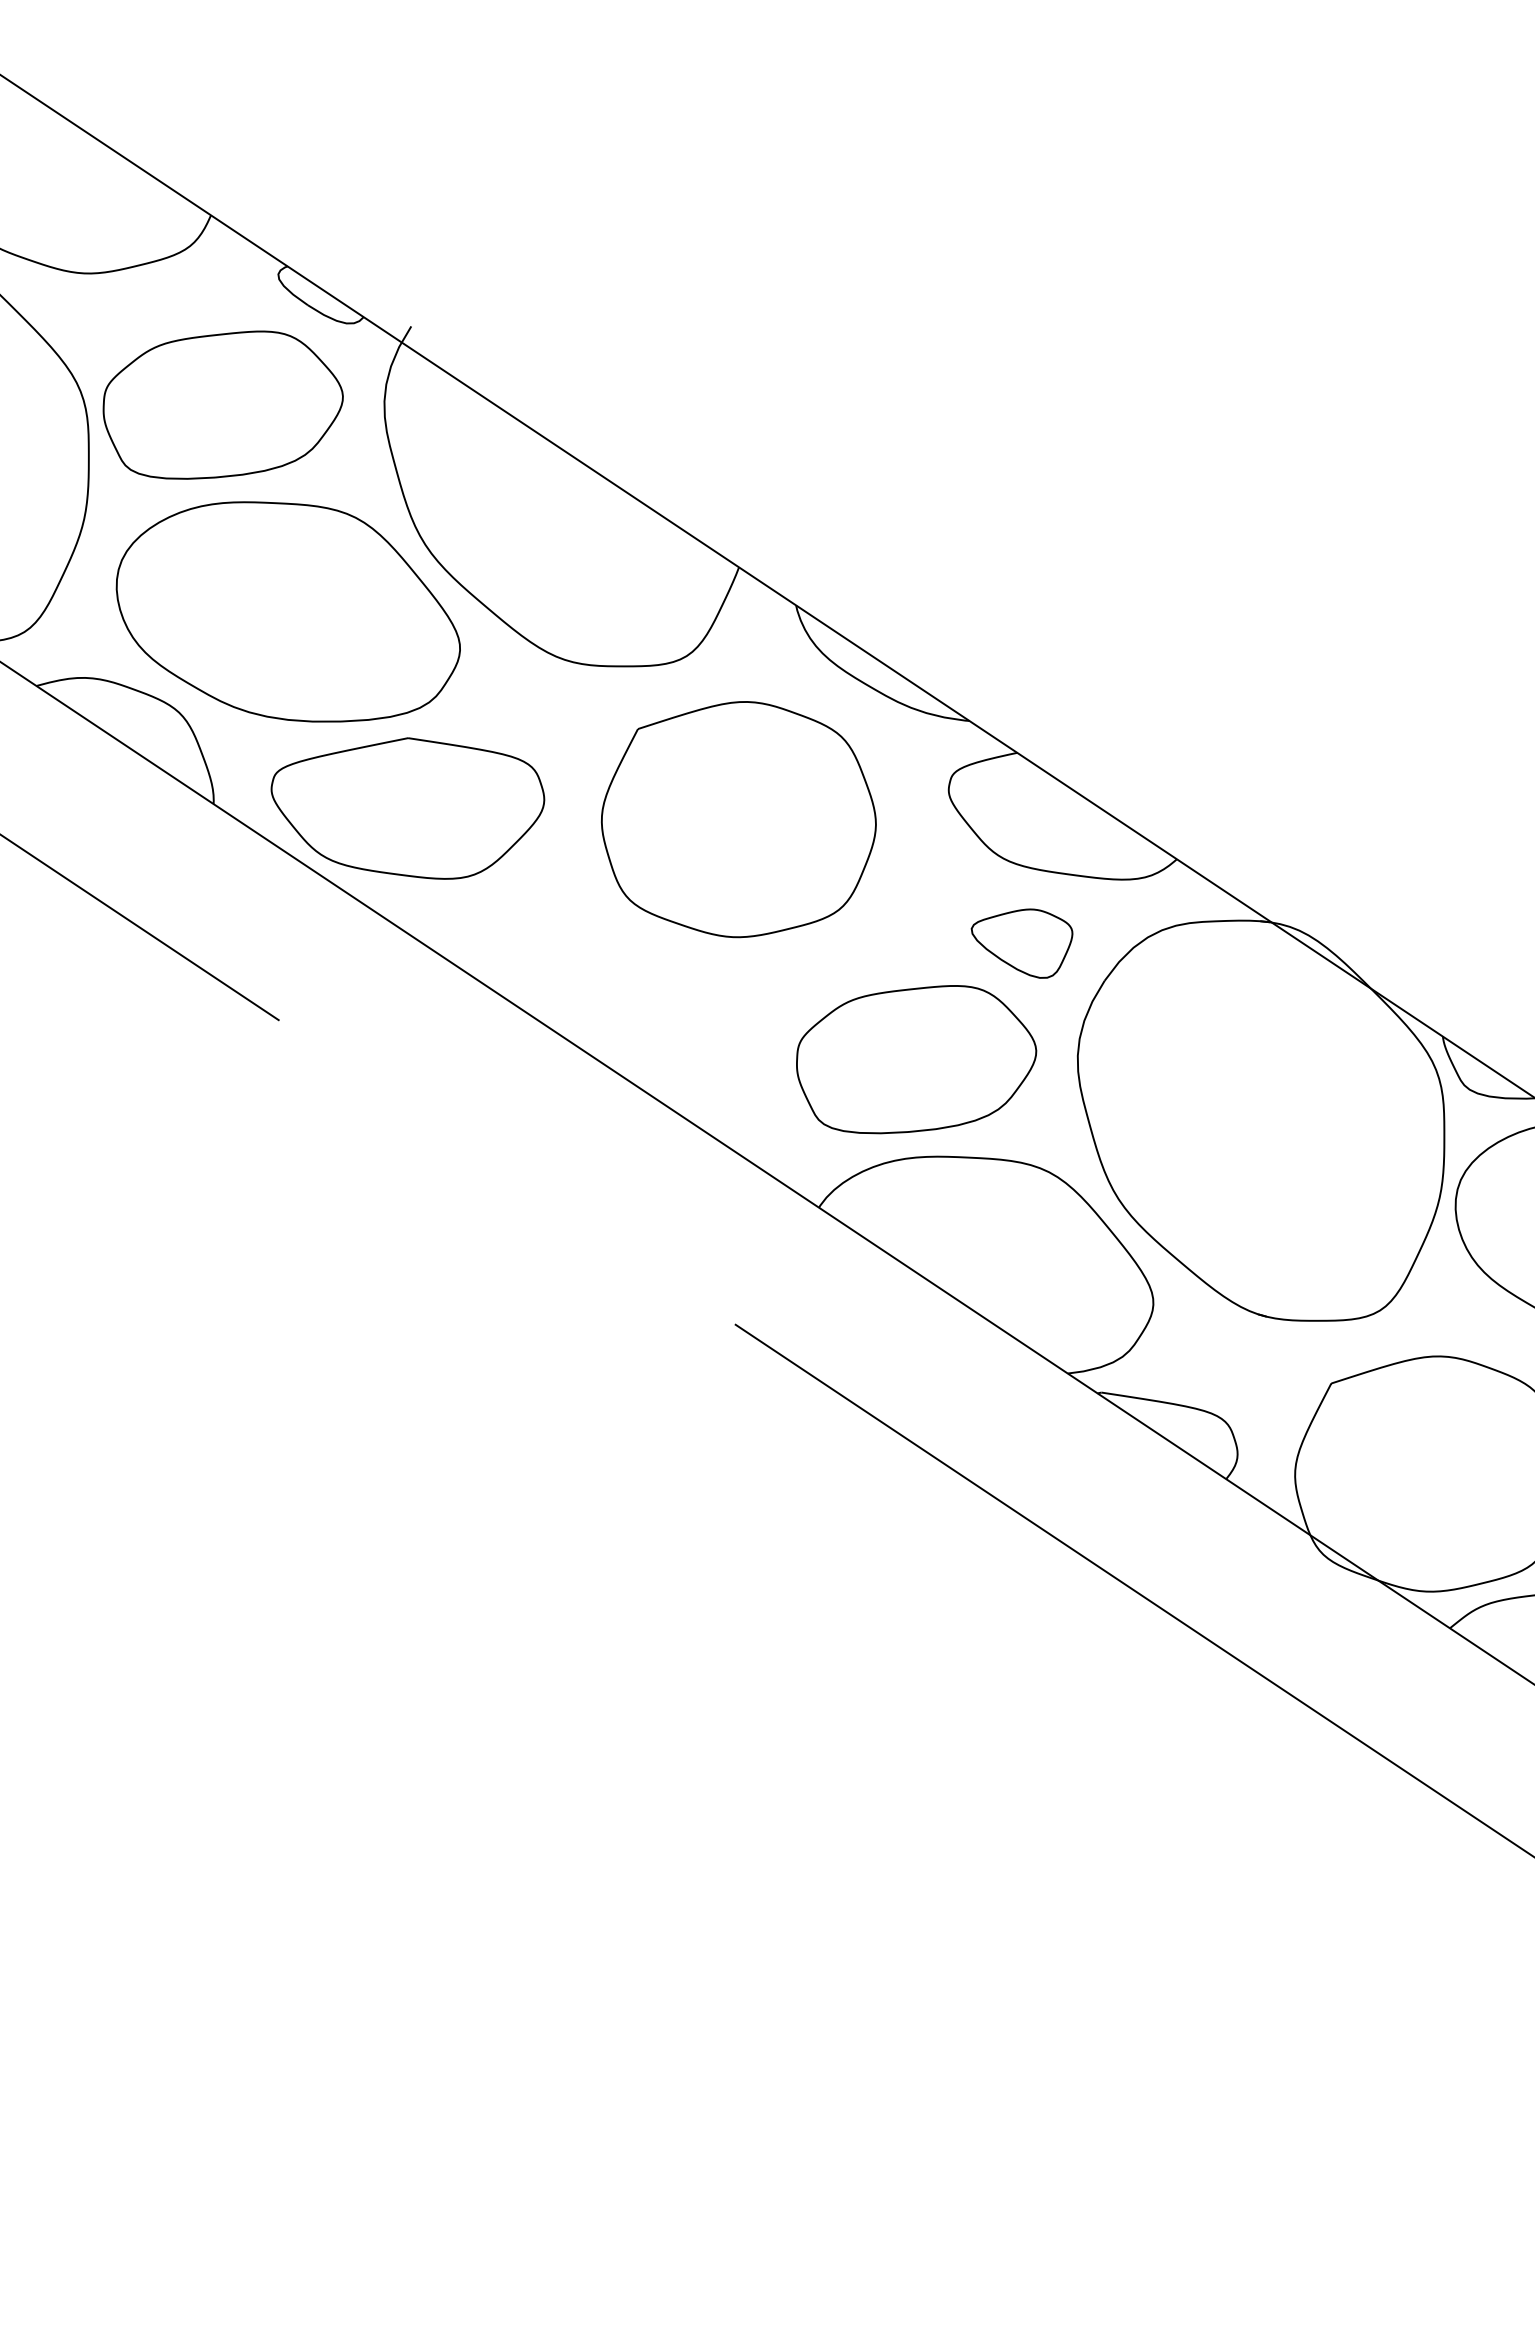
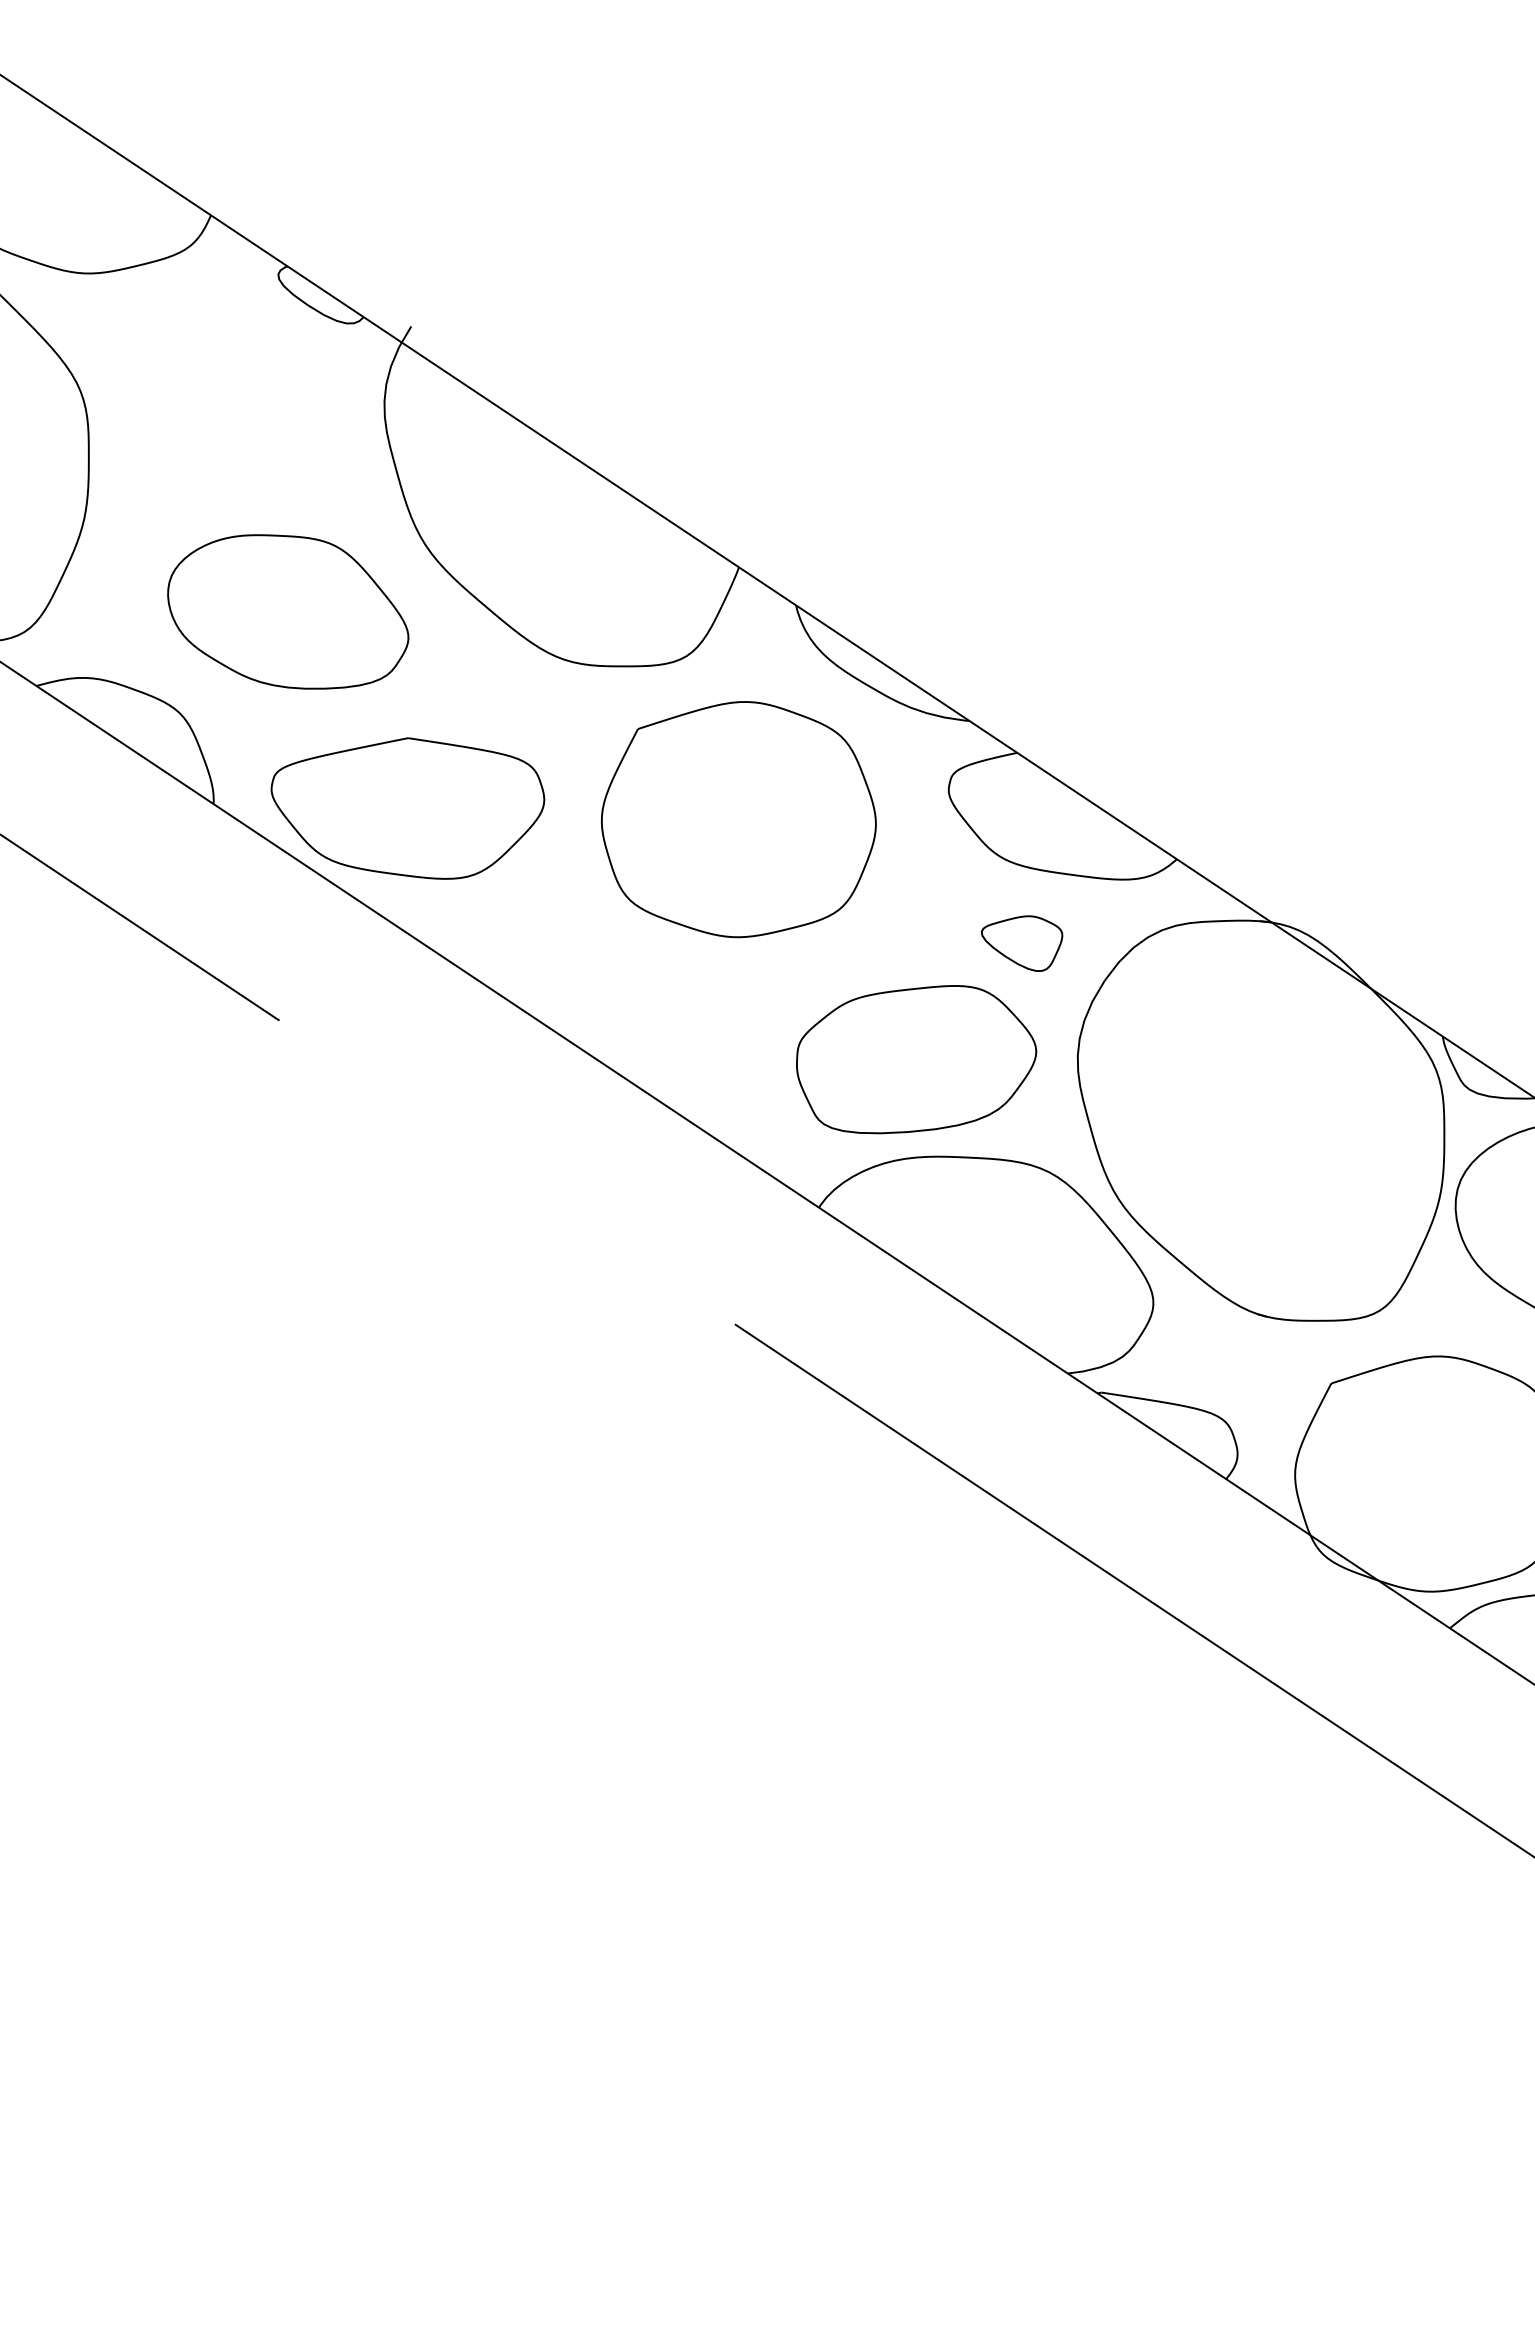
part at (222, 404): present -> none
part at (287, 611) size: 346x222 px -> 243x156 px
part at (1021, 943) size: 104x71 px -> 84x57 px
